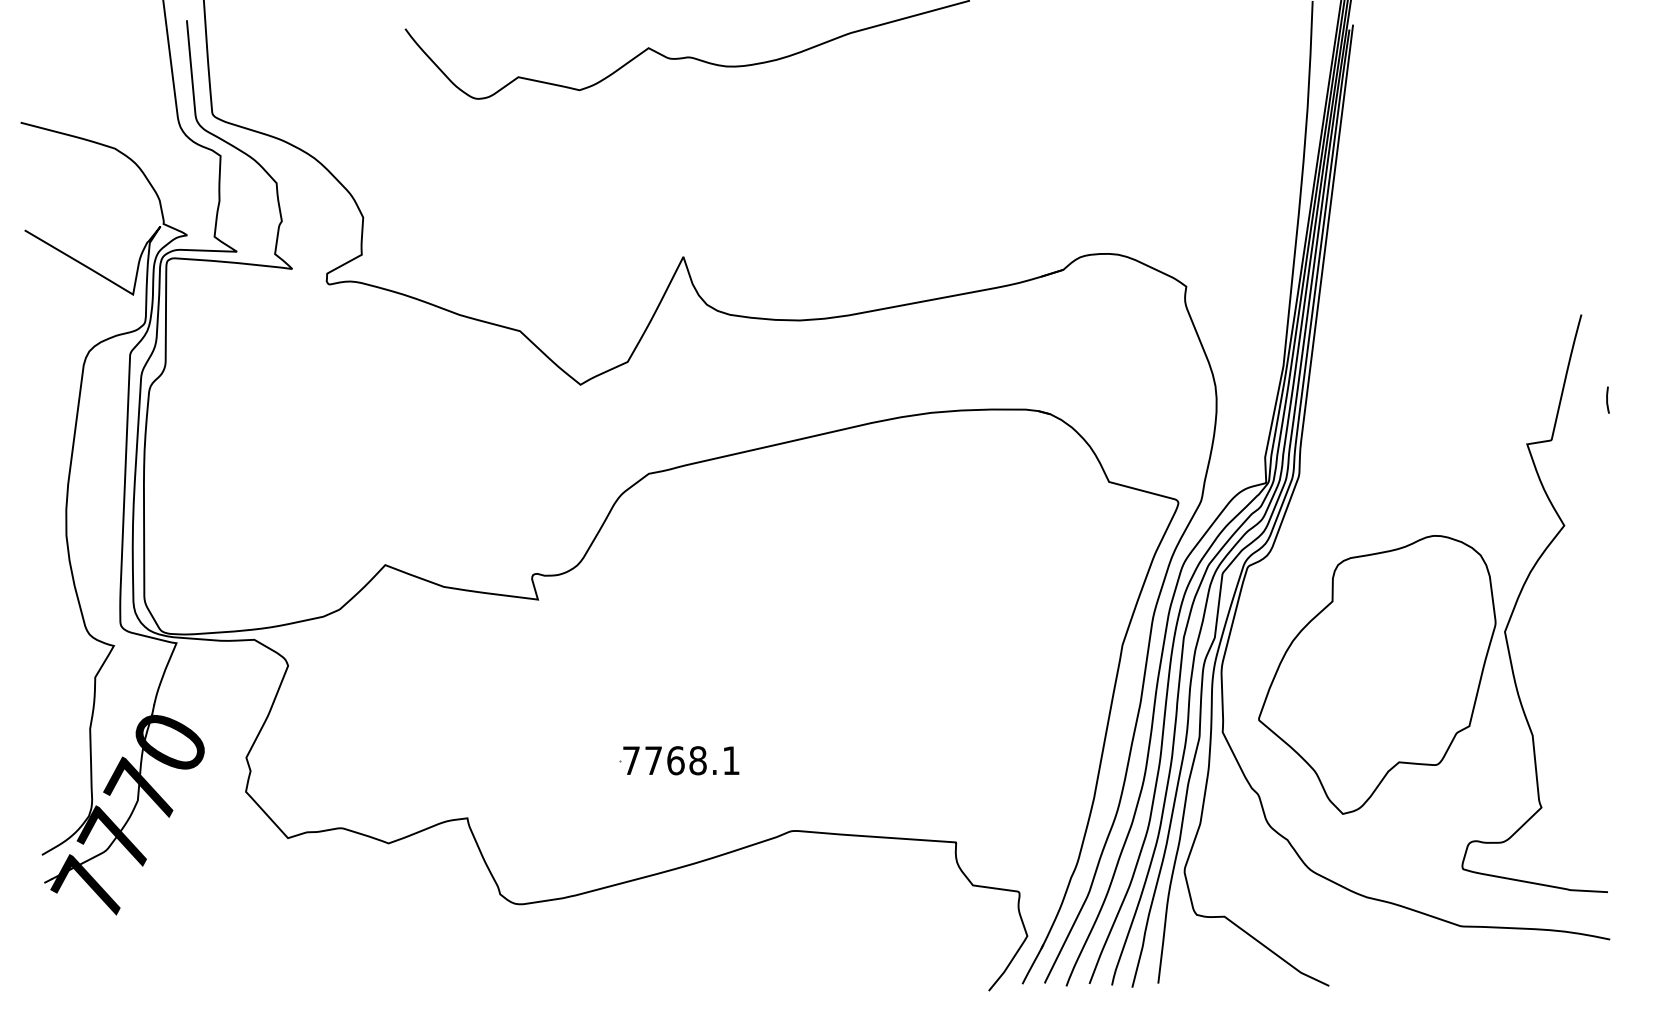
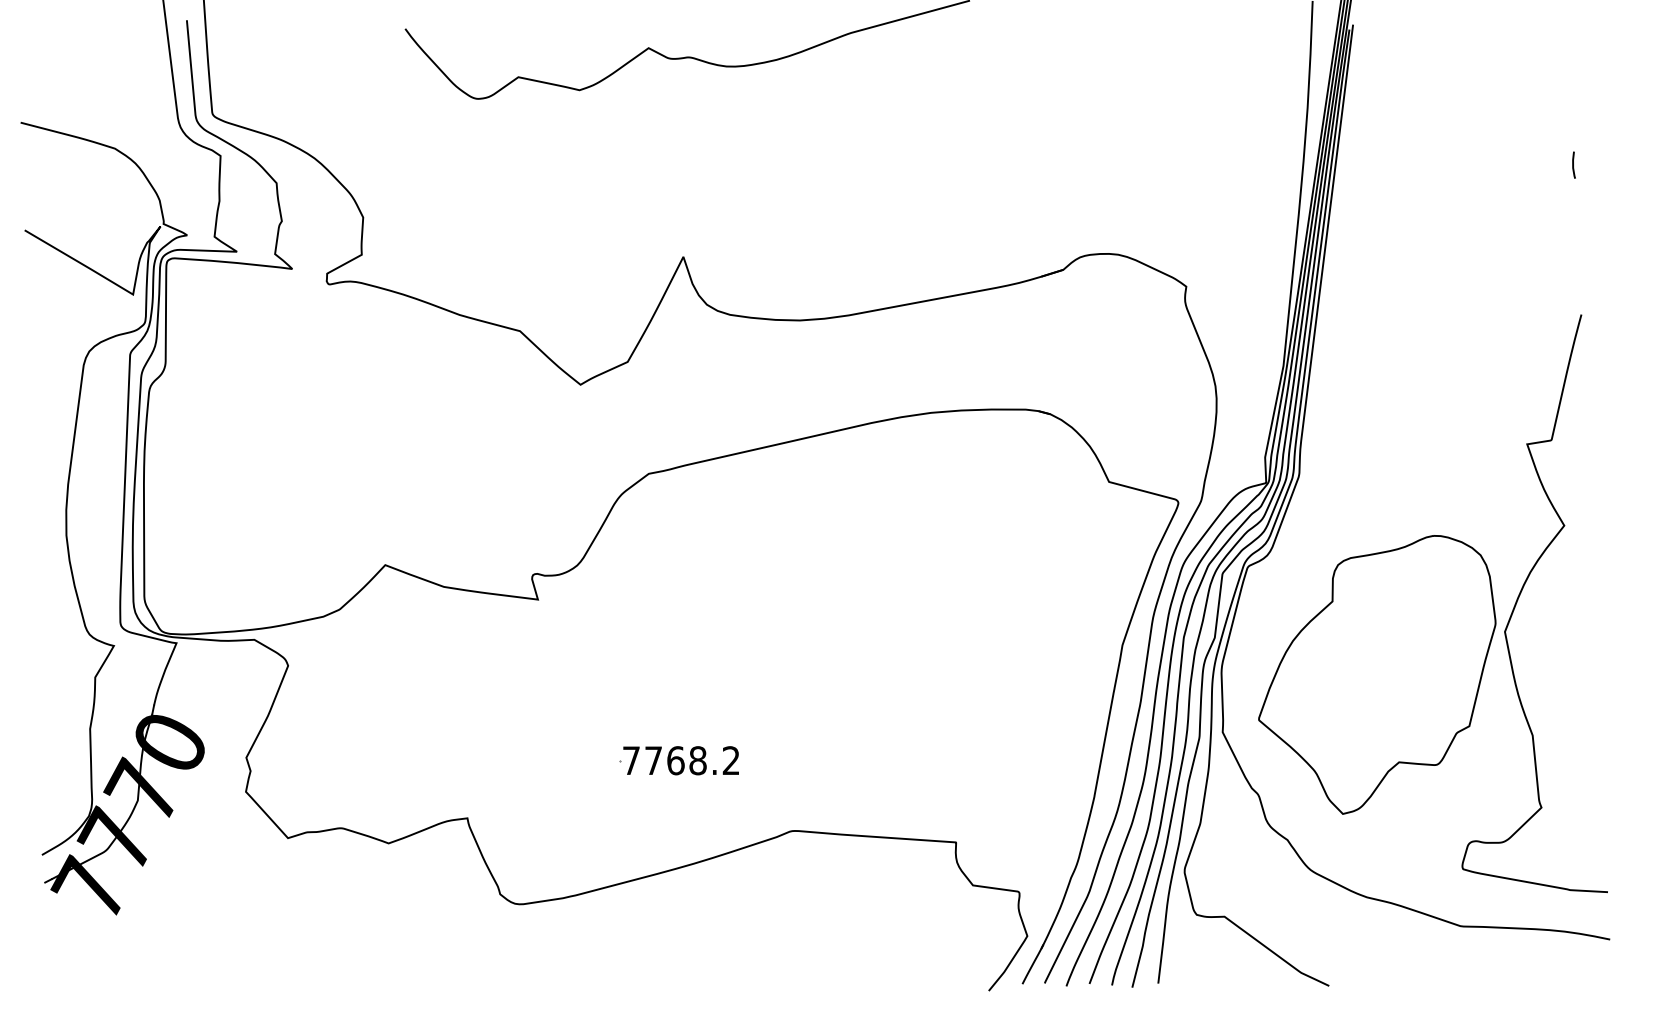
line at (1607, 399) position: (1607, 399) -> (1573, 164)
text at (730, 760): 7768.1 -> 7768.2
